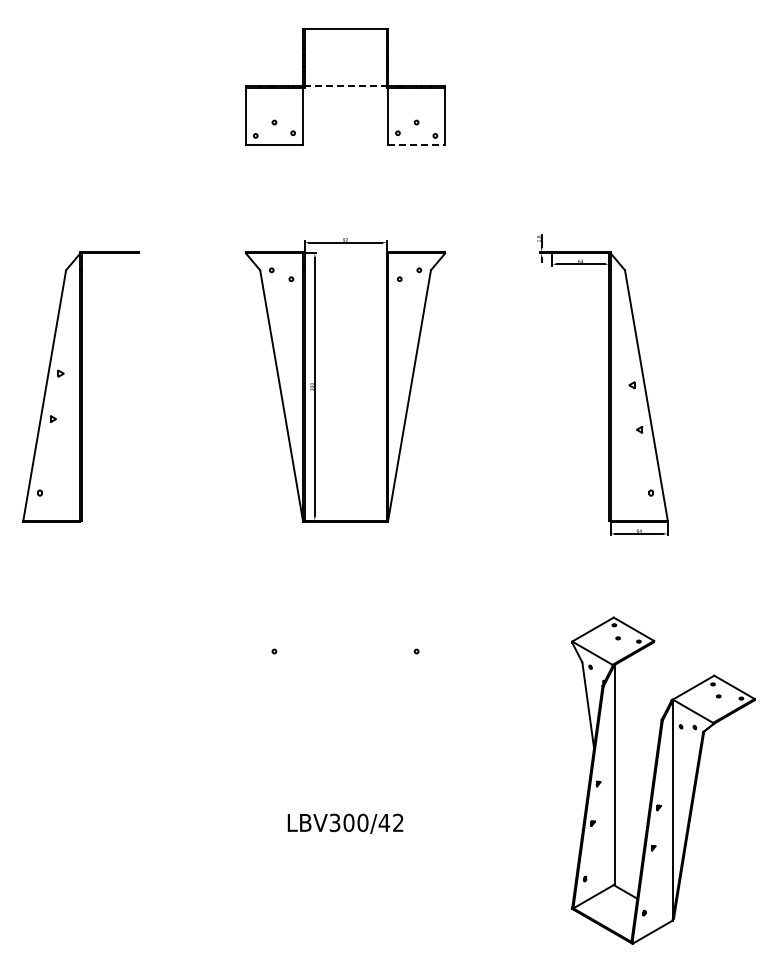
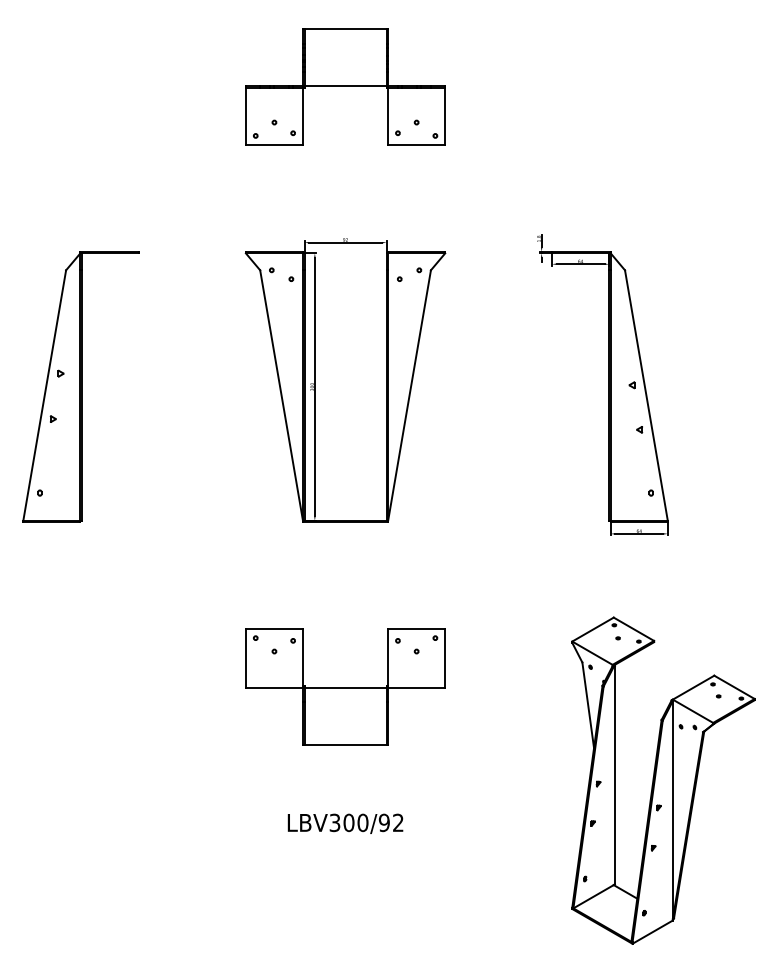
line at (345, 86): dashed -> solid
line at (416, 144): dashed -> solid
part at (345, 686): none -> present
text at (384, 822): LBV300/42 -> LBV300/92
